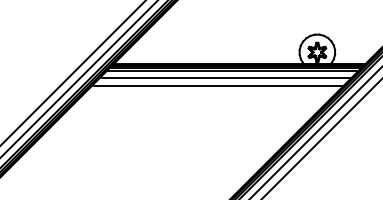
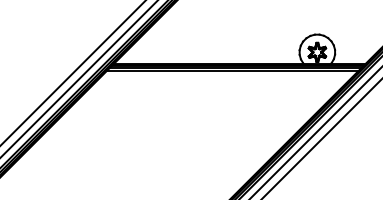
line at (225, 77): present -> none
line at (217, 86): present -> none
